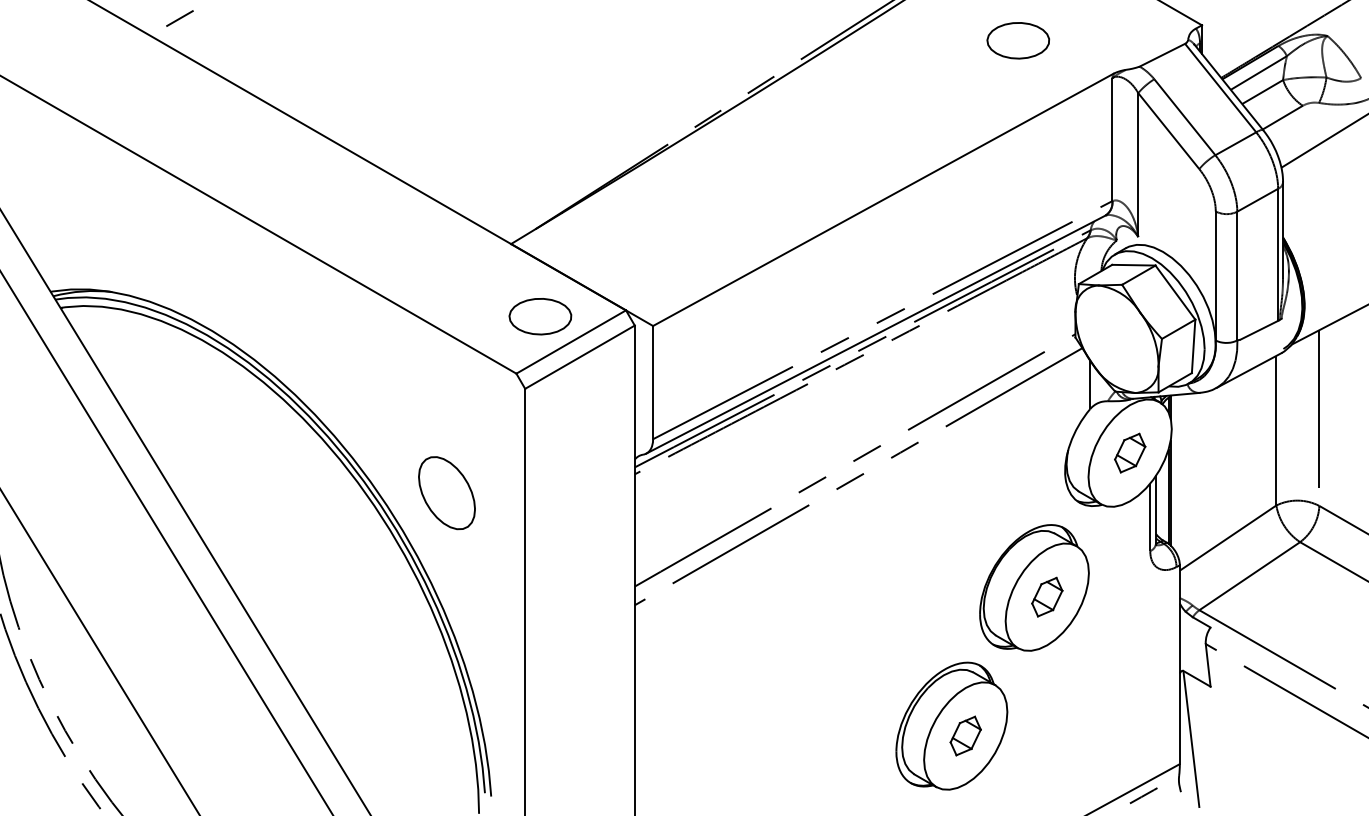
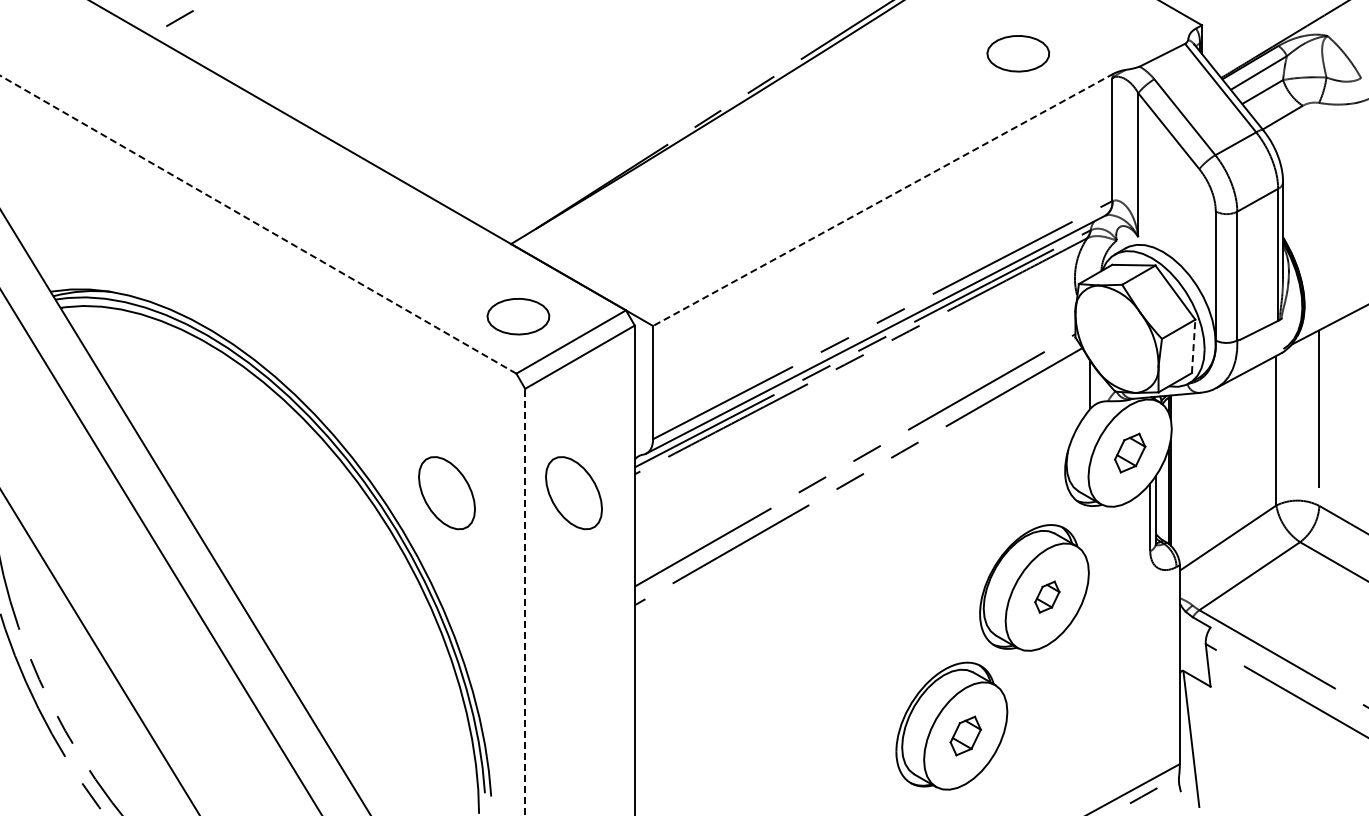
part at (1018, 40) position: (1018, 40) -> (1018, 53)
line at (1323, 141): present -> none
line at (883, 199): solid -> dashed
line at (258, 224): solid -> dashed
part at (540, 316) position: (540, 316) -> (518, 316)
line at (1193, 346): solid -> dashed
part at (573, 493): none -> present
line at (166, 543) position: (166, 543) -> (161, 552)
part at (1047, 596) size: 33x42 px -> 27x34 px
line at (525, 601): solid -> dashed
